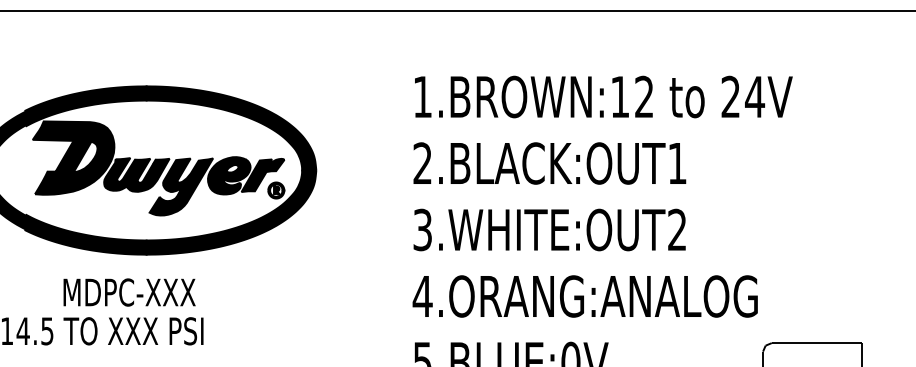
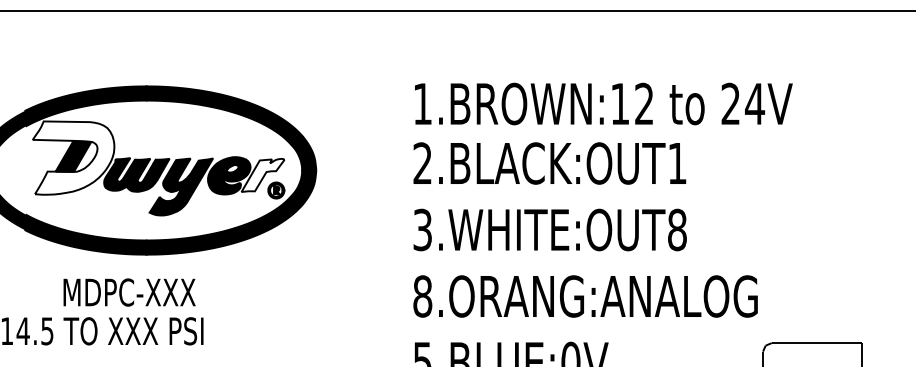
text at (603, 96) position: (603, 96) -> (603, 103)
fill at (73, 157): present -> none
fill at (262, 175): present -> none
text at (677, 229): 3.WHITE:OUT2 -> 3.WHITE:OUT8
text at (422, 296): 4.ORANG:ANALOG -> 8.ORANG:ANALOG
